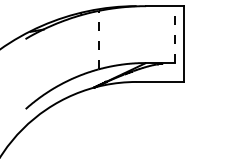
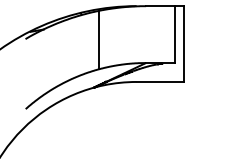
line at (174, 34): dashed -> solid
line at (98, 39): dashed -> solid
